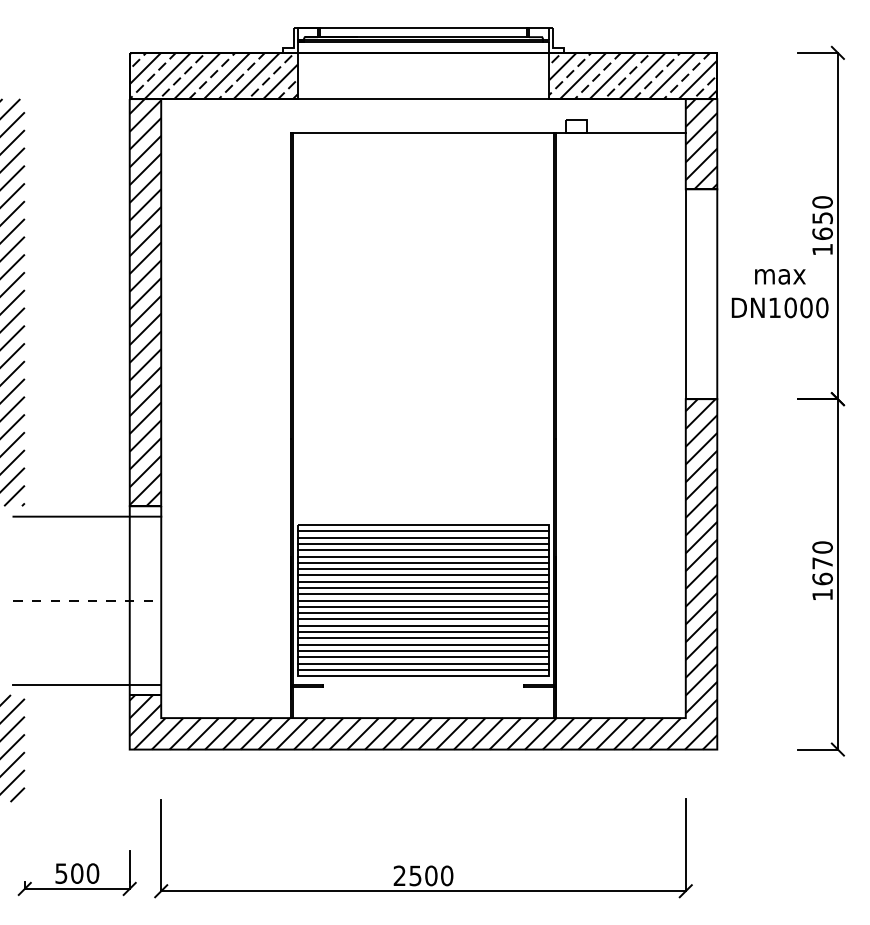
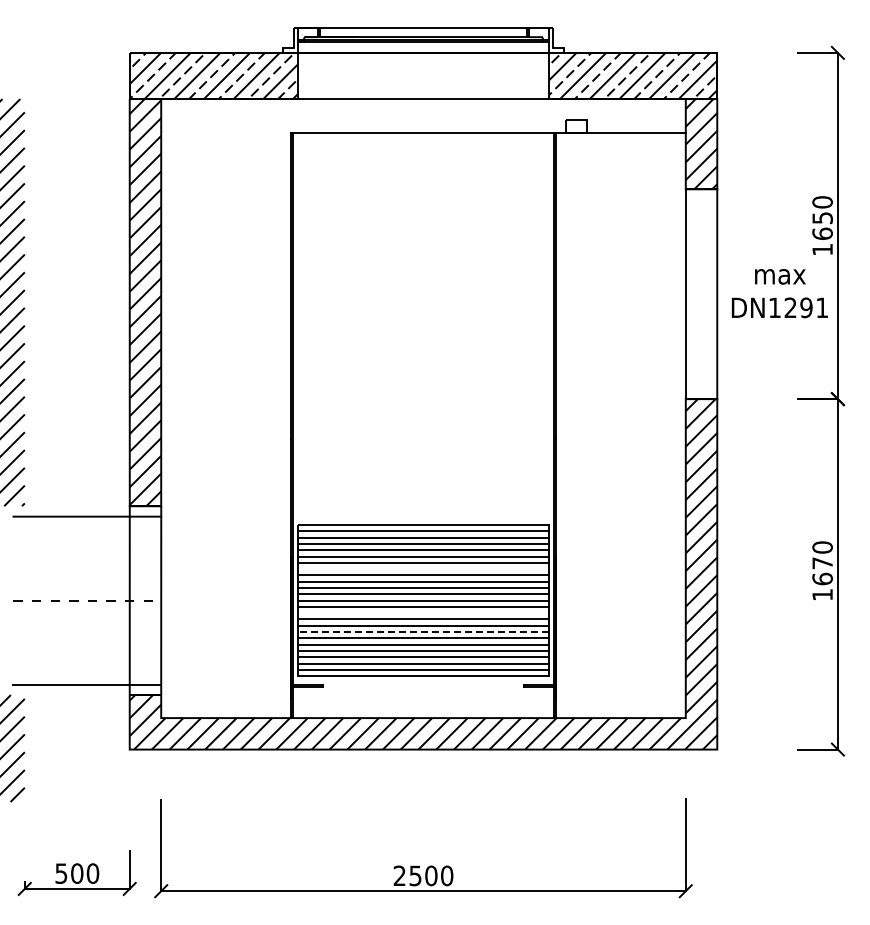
text at (806, 307): DN1000 -> DN1291
line at (423, 569): present -> none
line at (423, 613): present -> none
line at (423, 632): solid -> dashed
